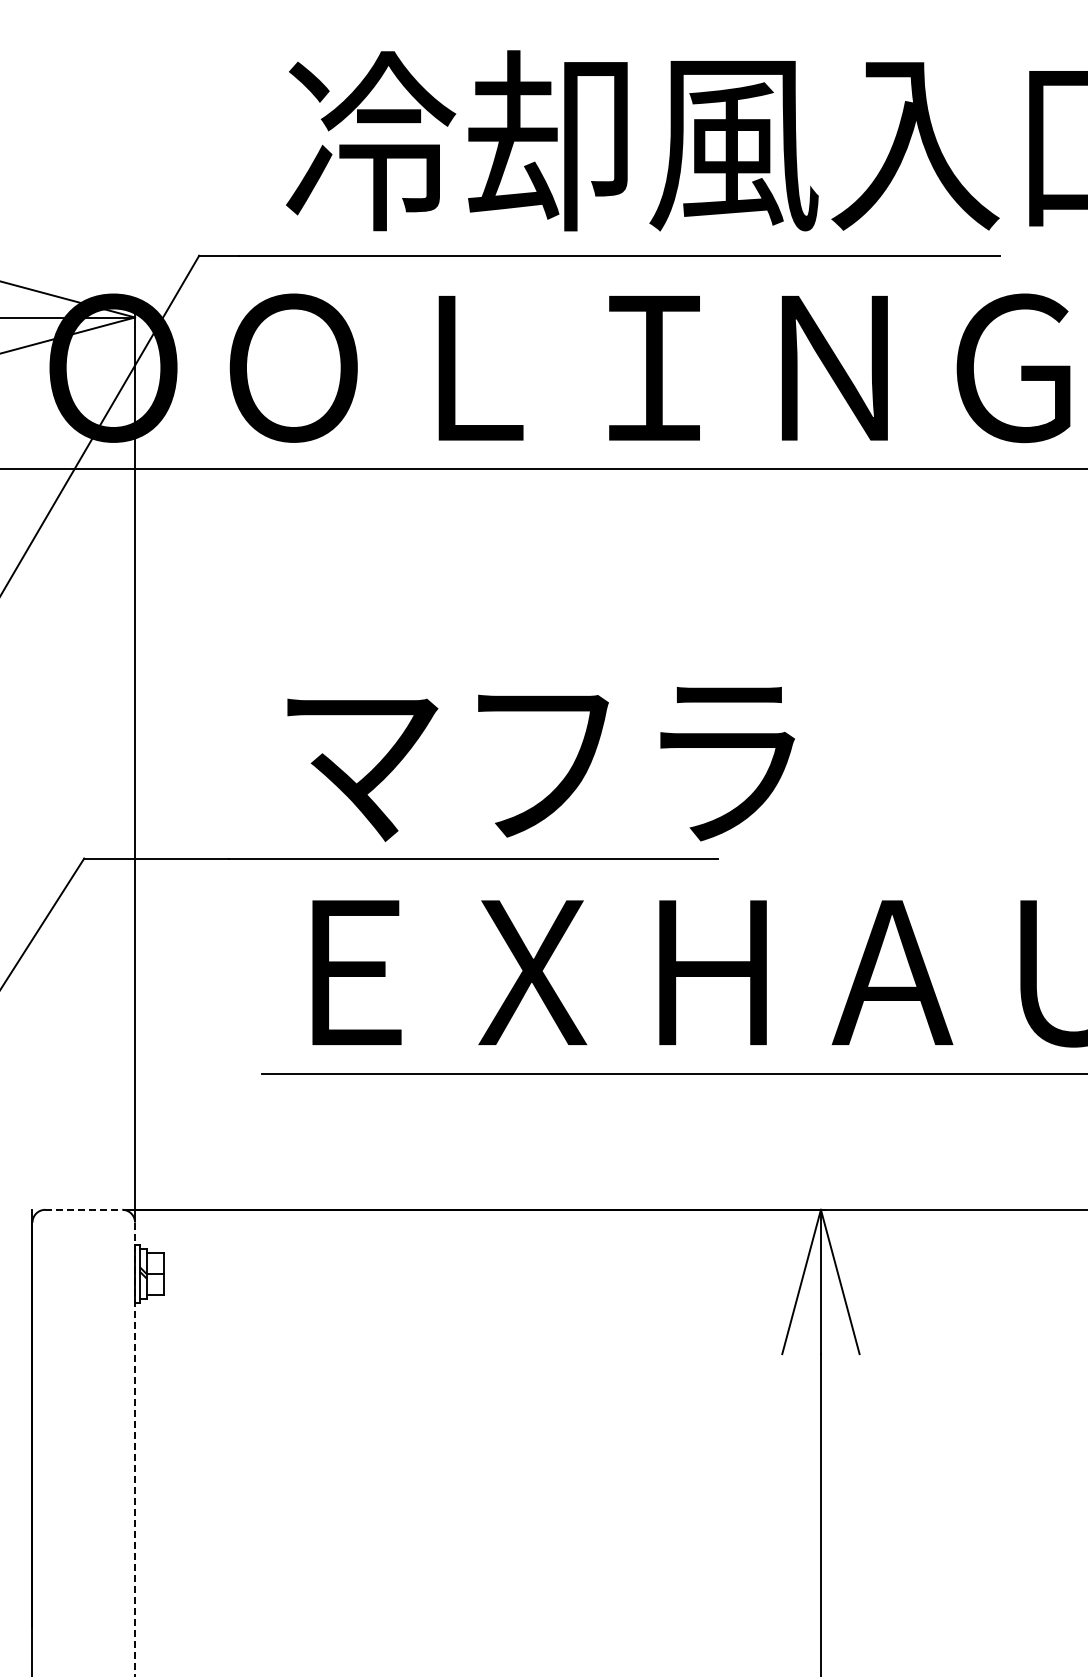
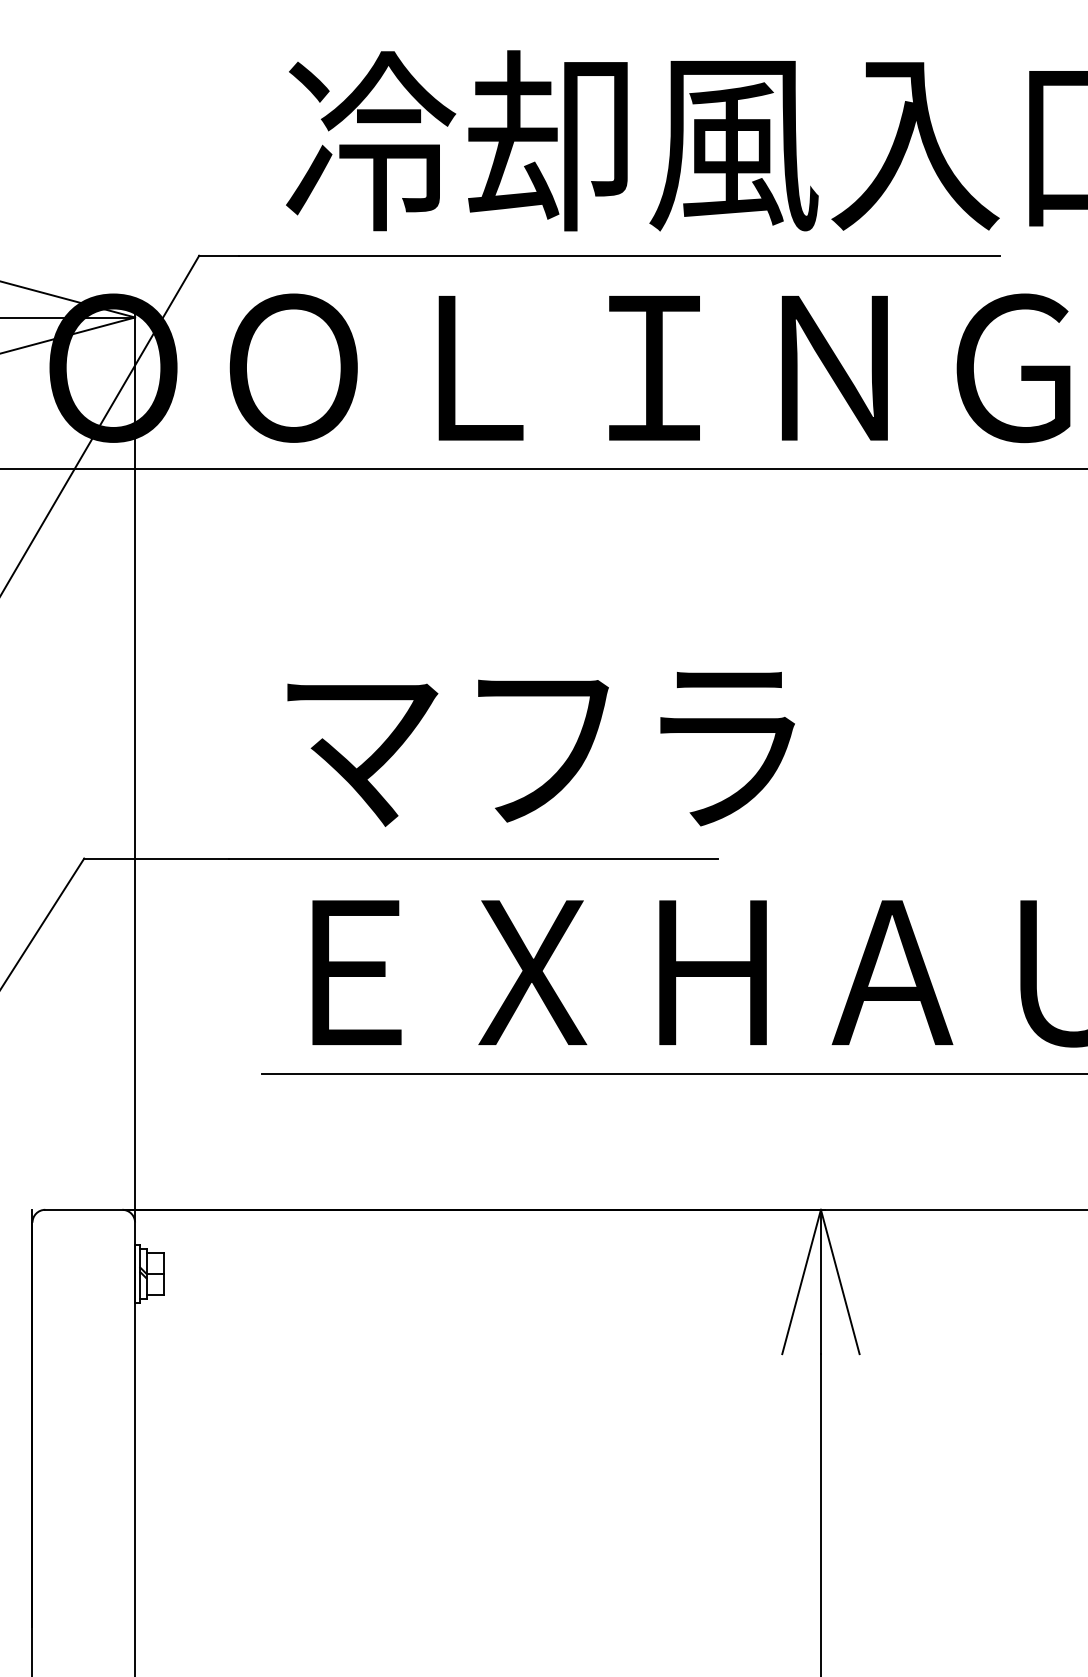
text at (540, 764) position: (540, 764) -> (540, 749)
line at (84, 1209): dashed -> solid
line at (135, 1449): dashed -> solid
